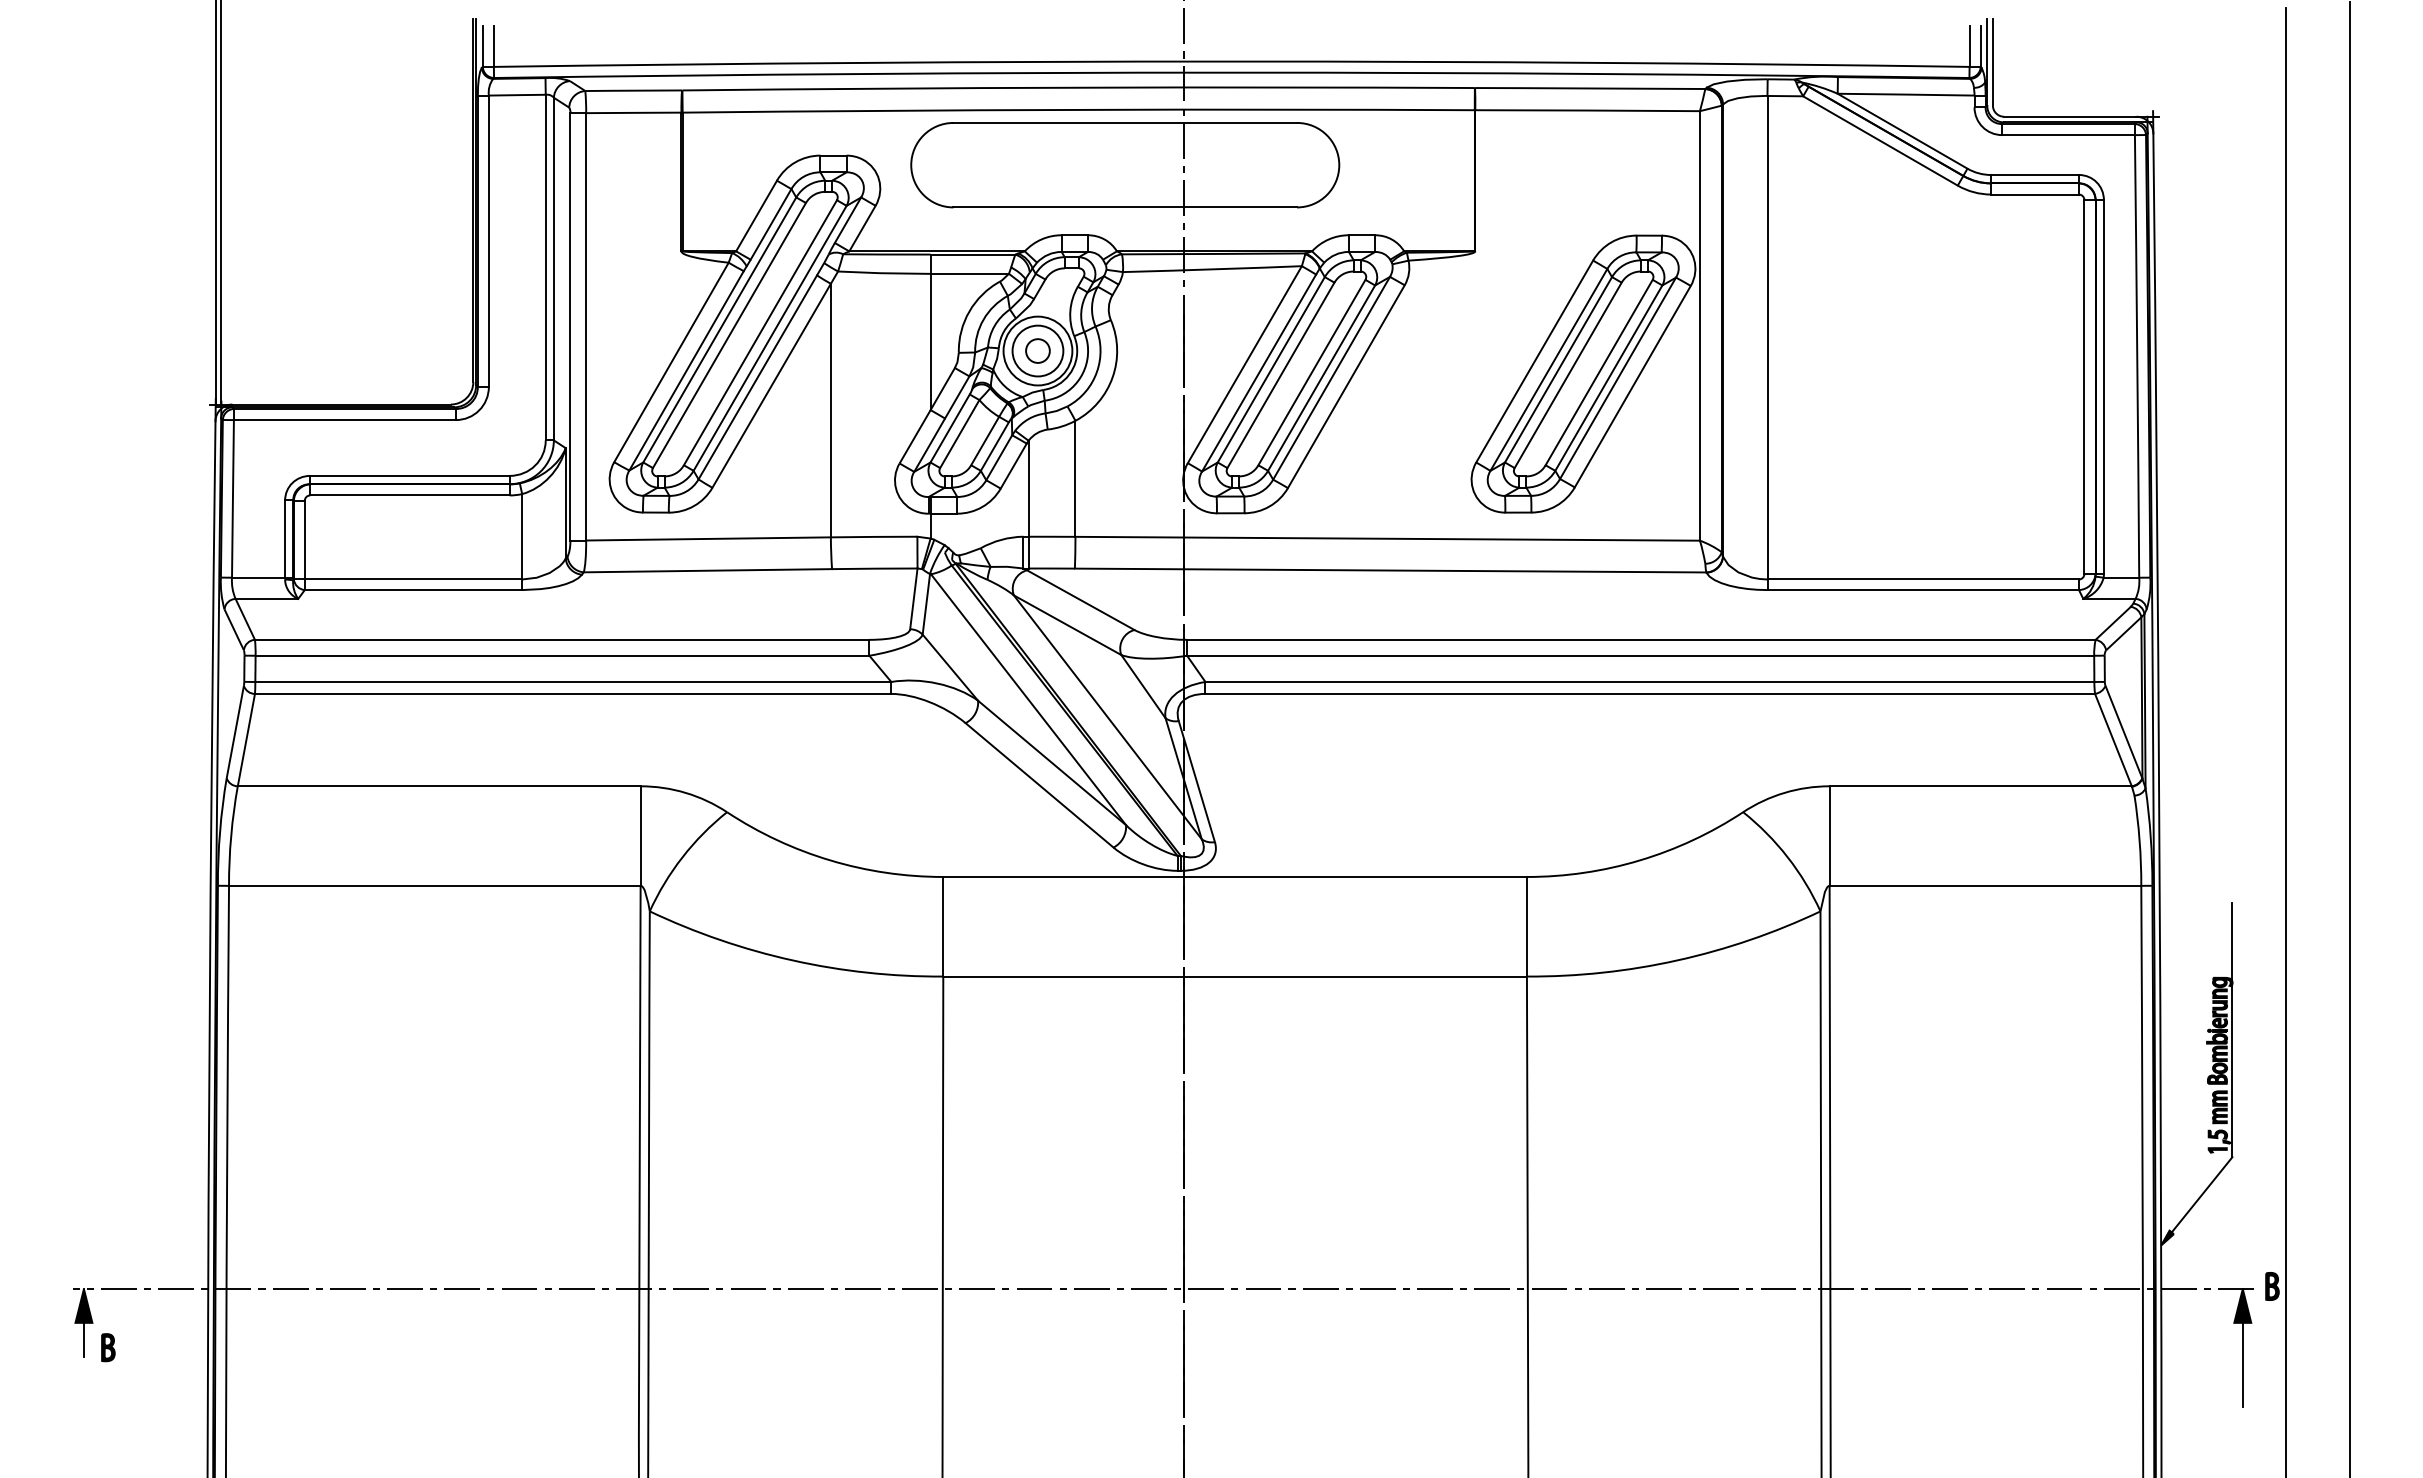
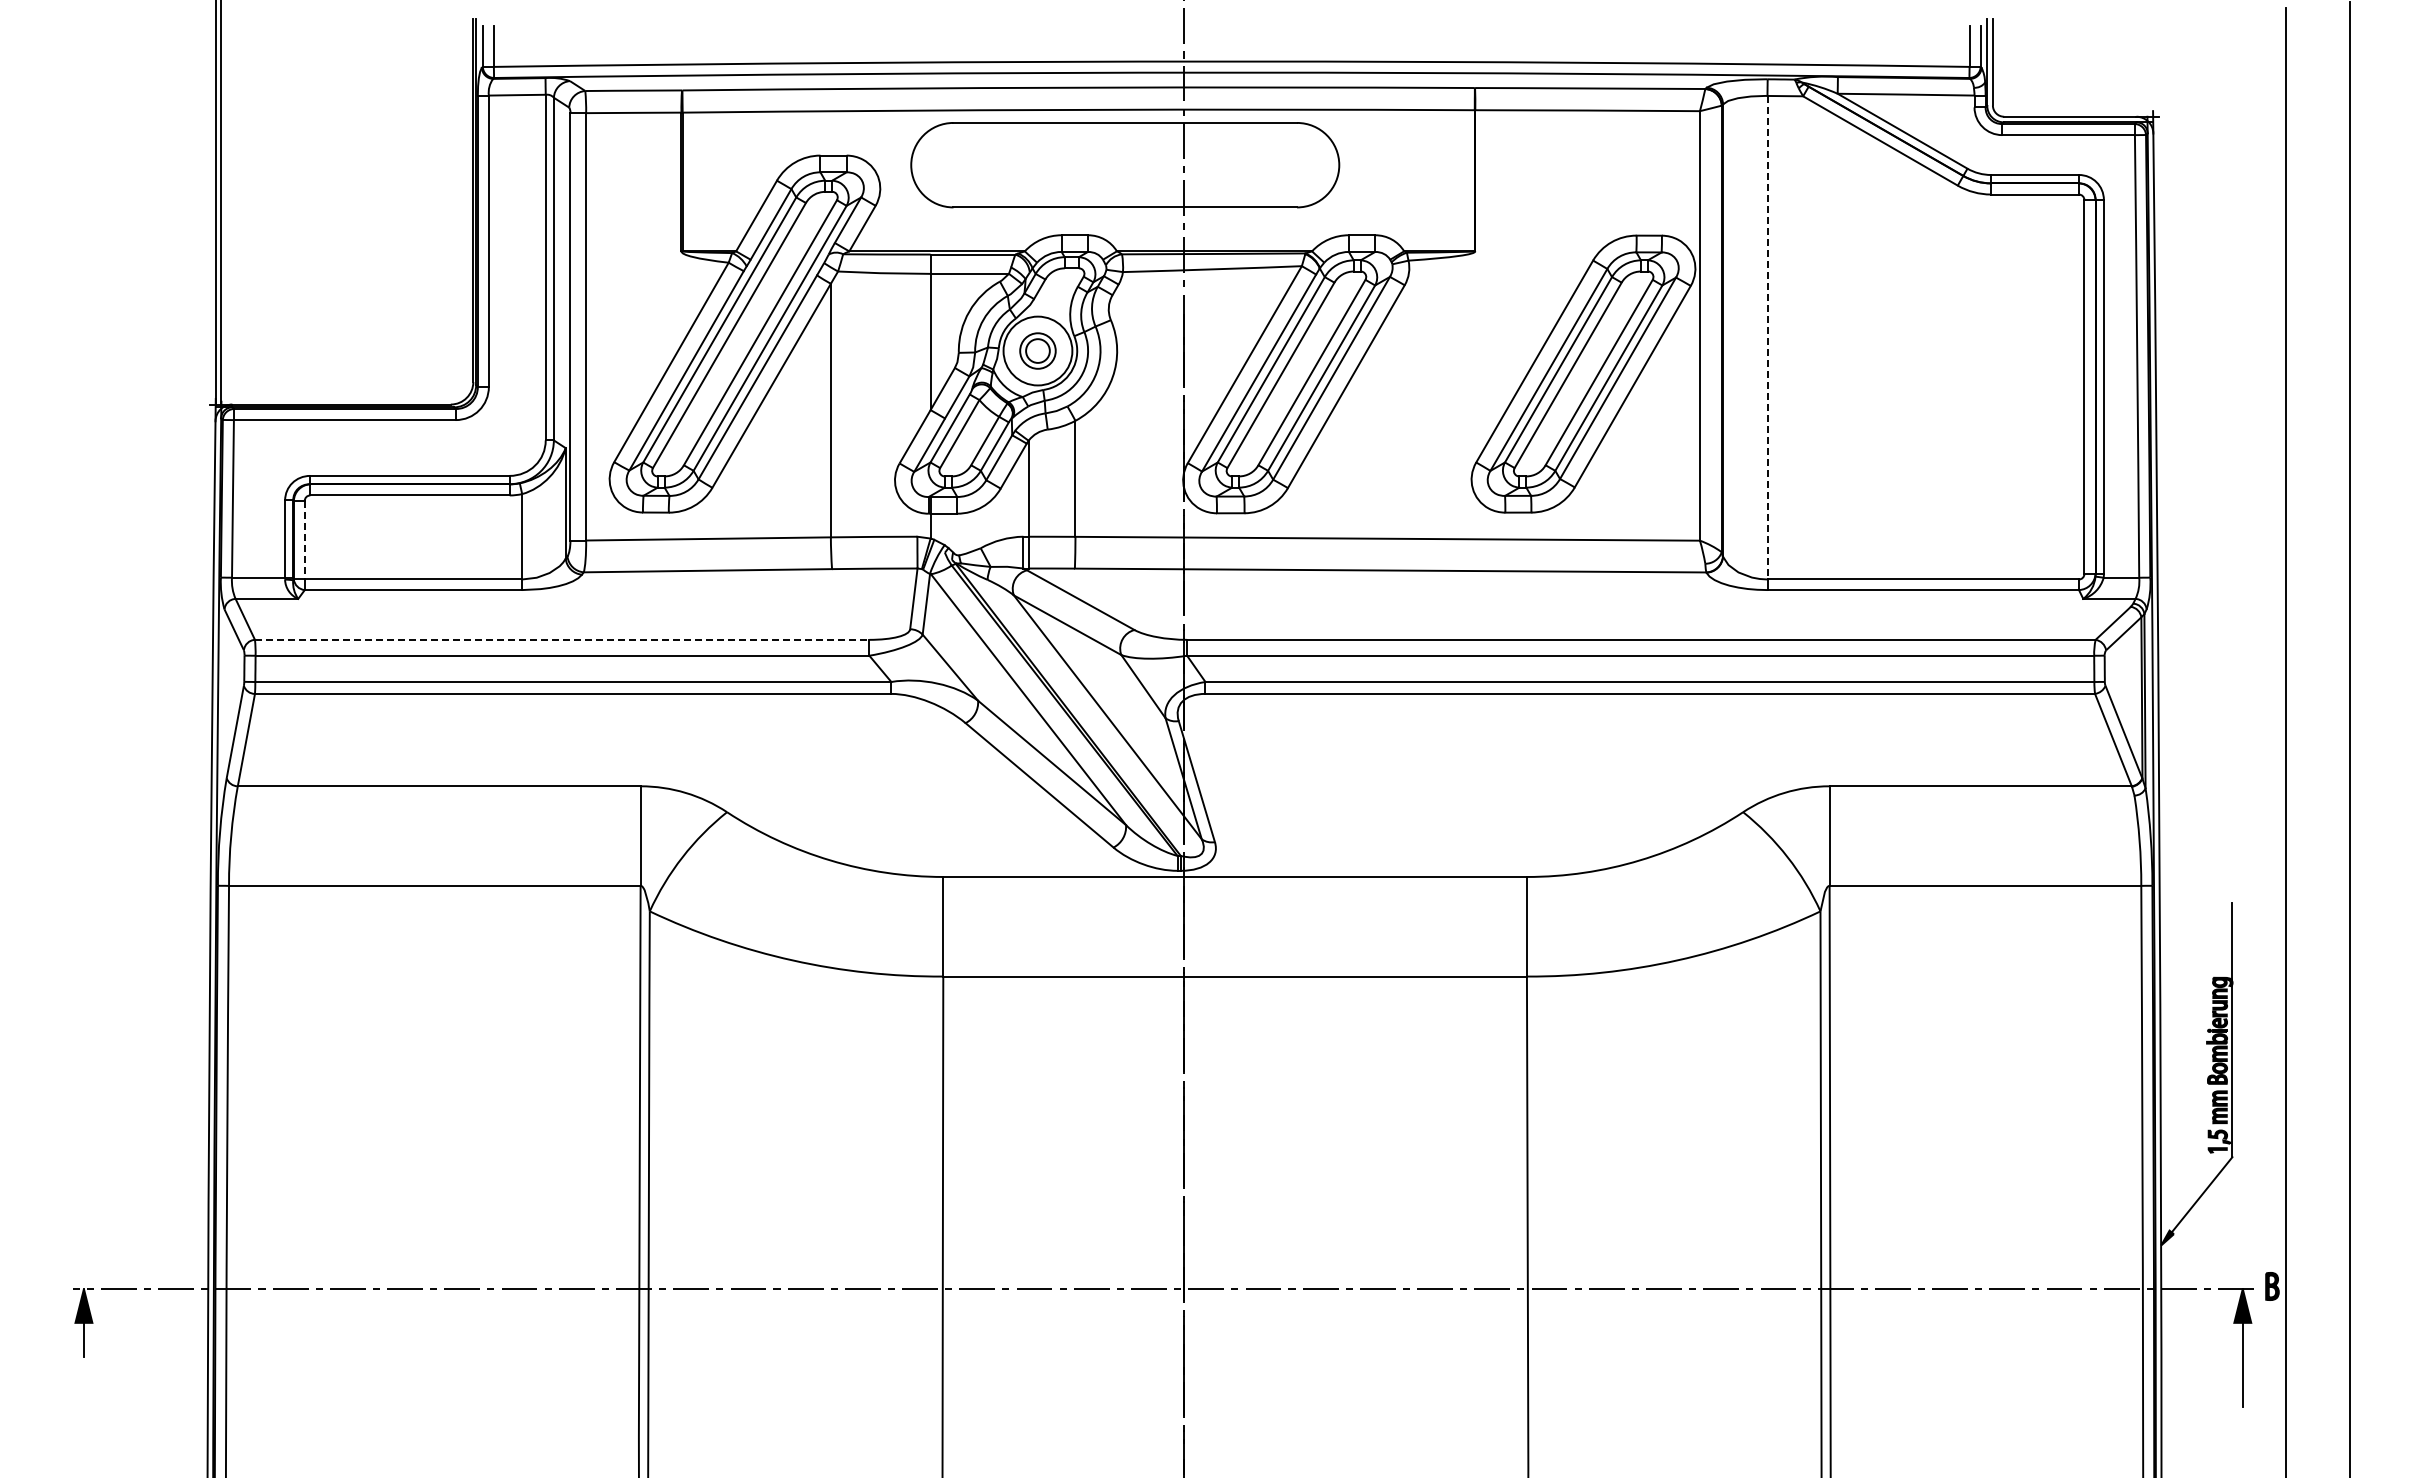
line at (1767, 337): solid -> dashed
circle at (1037, 350) diameter: 51 px -> 36 px
line at (304, 540): solid -> dashed
line at (562, 639): solid -> dashed
part at (108, 1347): present -> none
